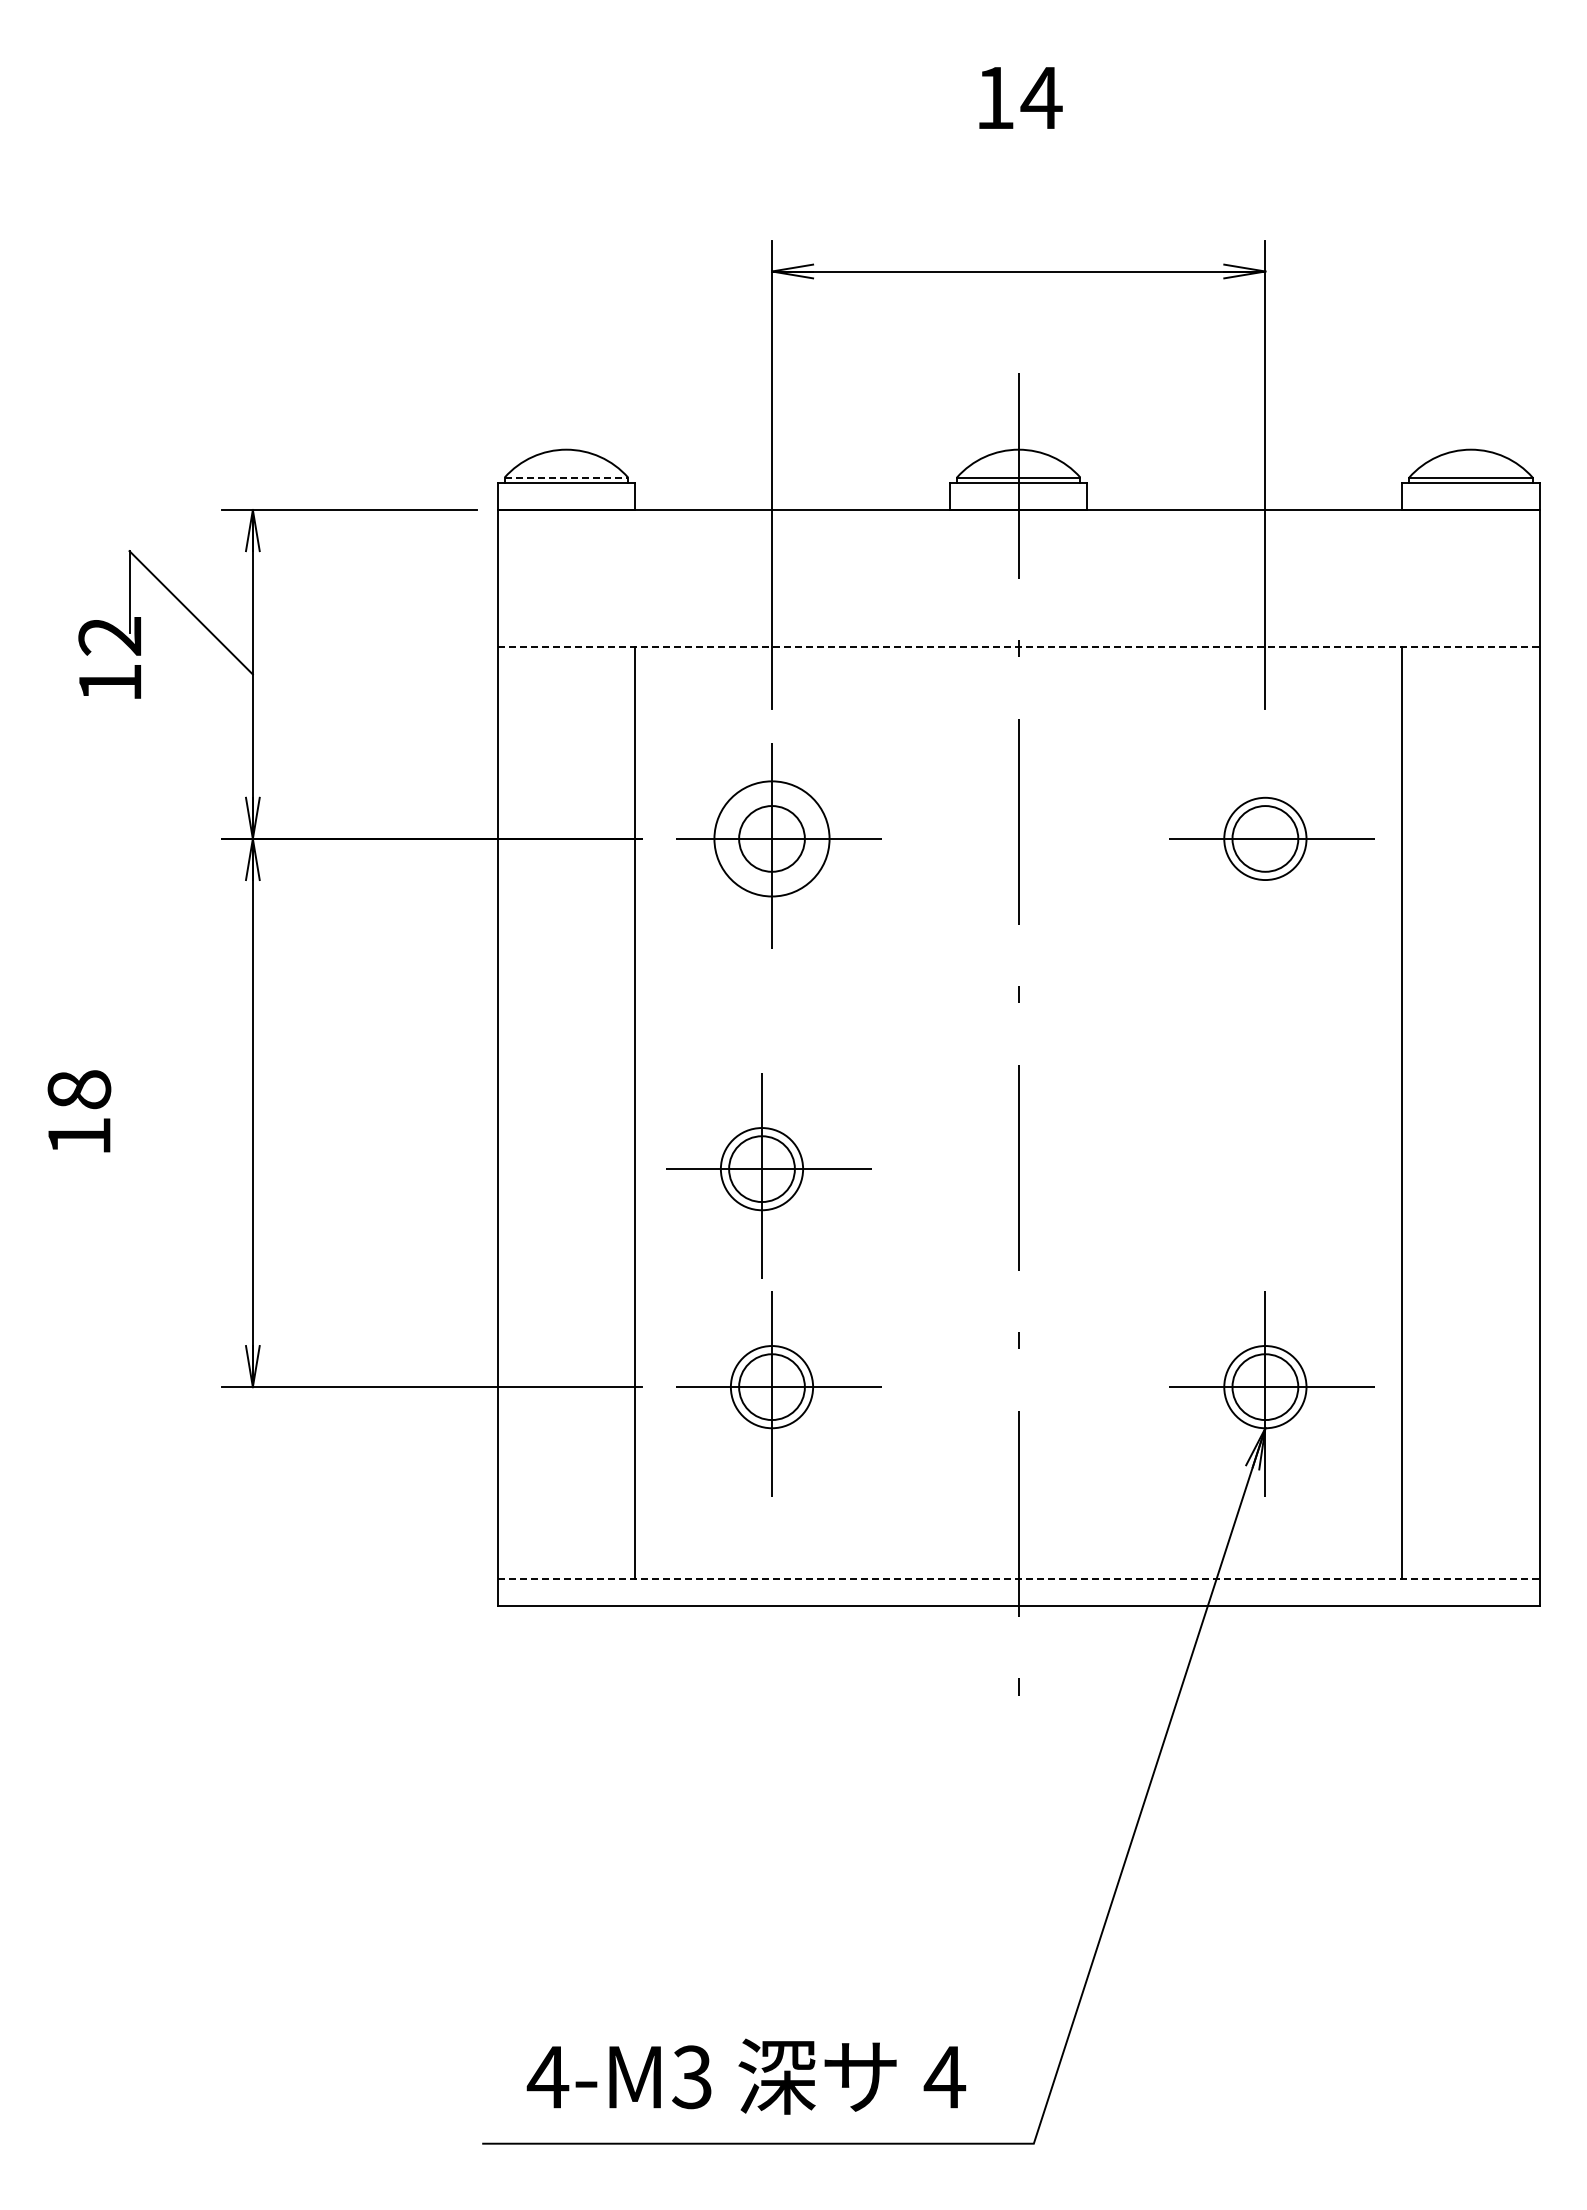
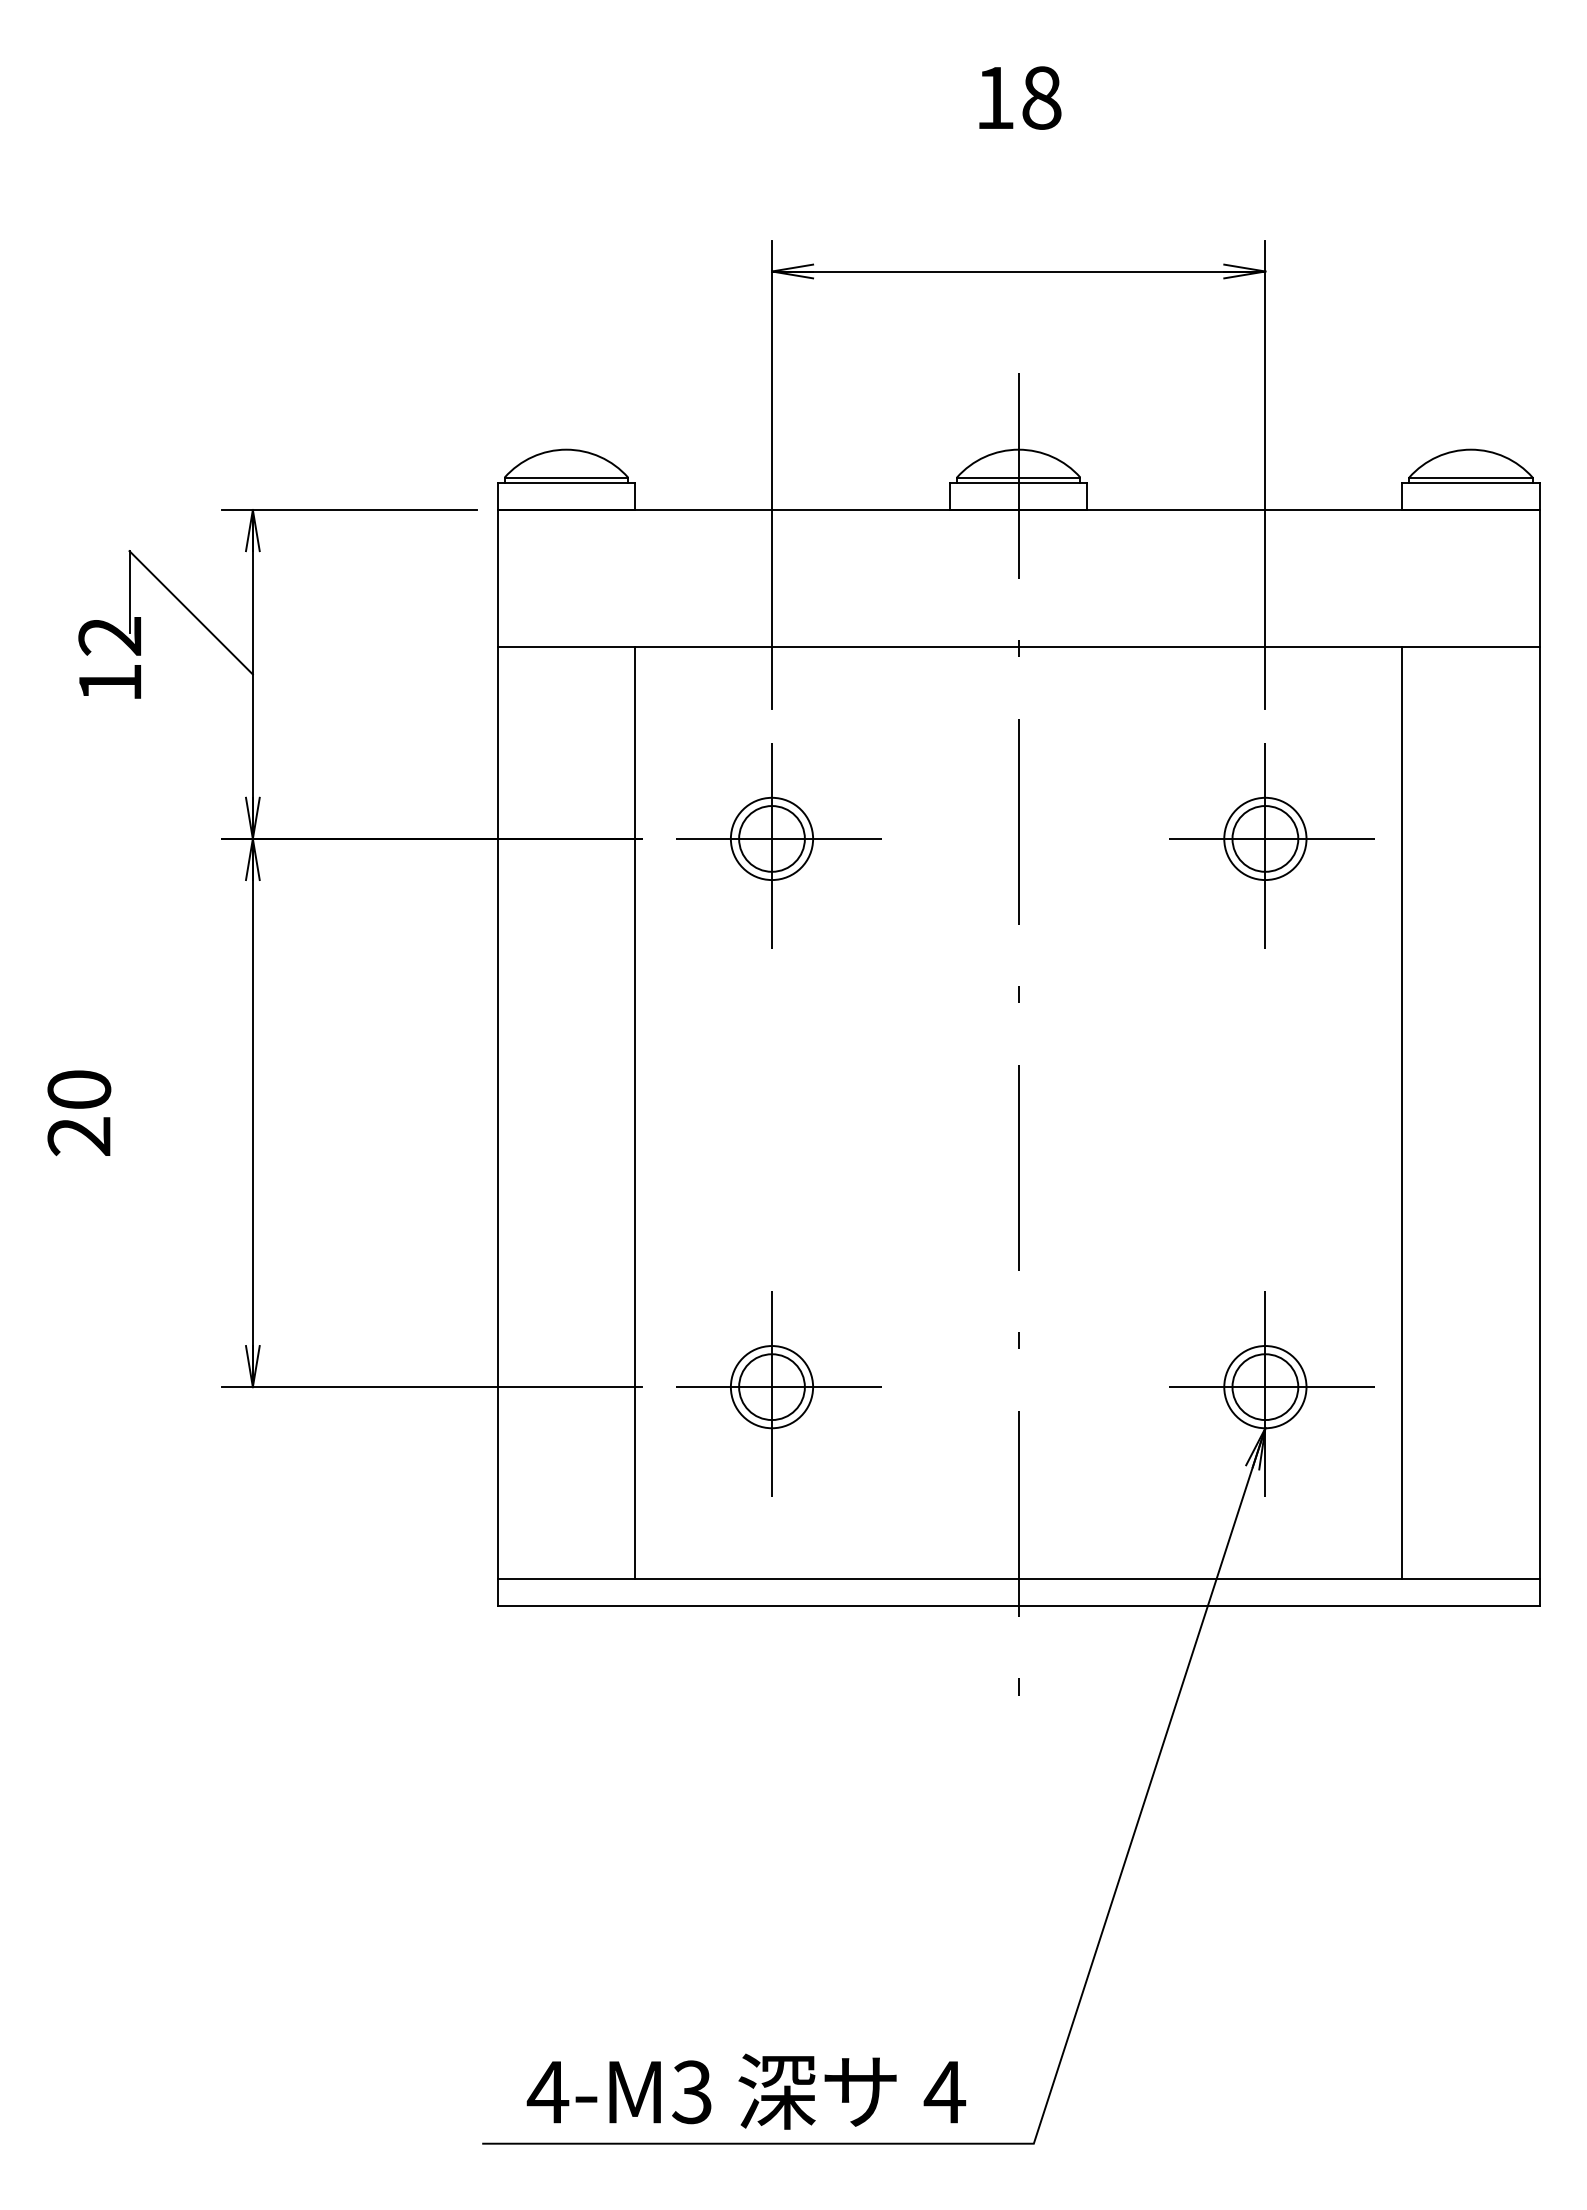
text at (1041, 97): 14 -> 18
line at (566, 477): dashed -> solid
line at (1018, 647): dashed -> solid
circle at (771, 838) diameter: 115 px -> 82 px
line at (1265, 838): none -> present
text at (79, 1113): 18 -> 20
part at (768, 1175): present -> none
line at (1018, 1579): dashed -> solid
text at (746, 2076) position: (746, 2076) -> (746, 2091)
